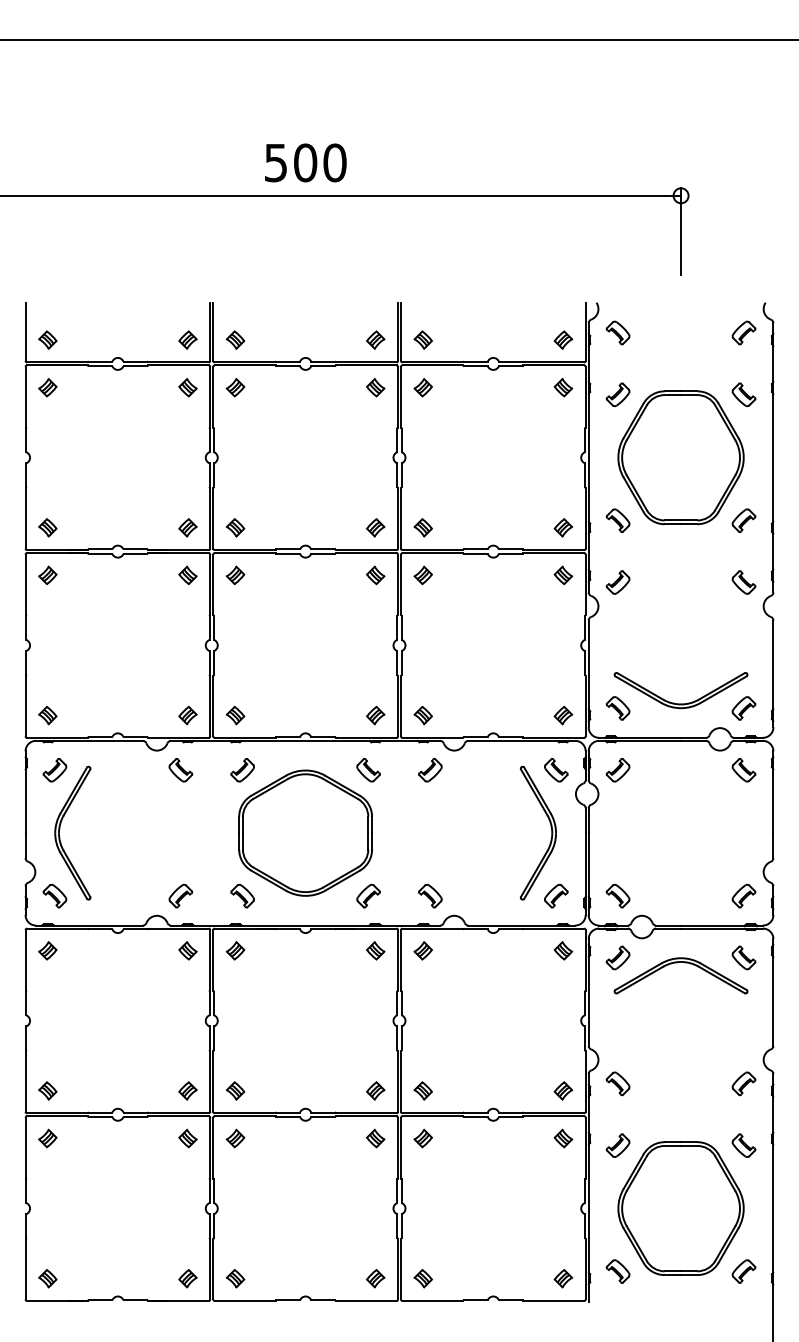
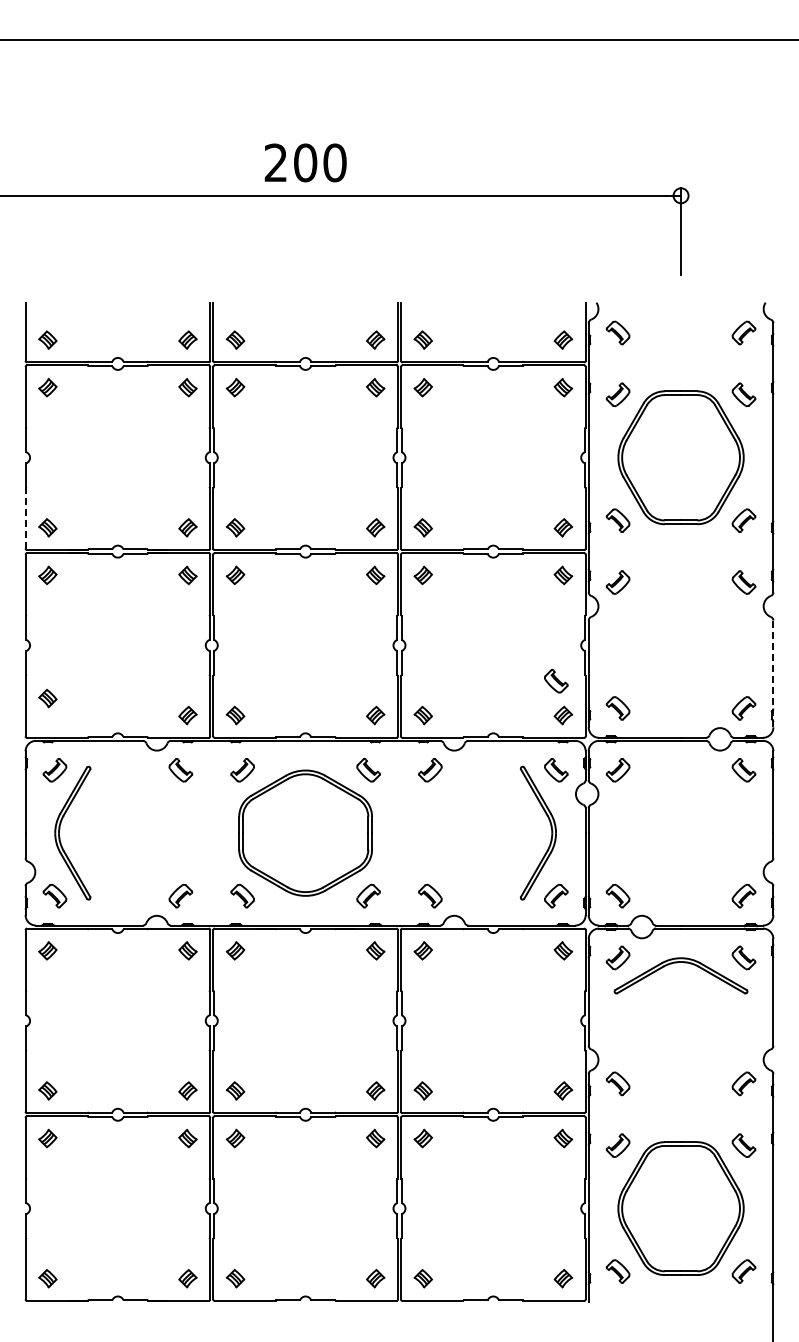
text at (275, 162): 500 -> 200
line at (25, 517): solid -> dashed
line at (773, 673): solid -> dashed
part at (556, 681): none -> present
part at (680, 703): present -> none
part at (47, 715) position: (47, 715) -> (47, 698)
